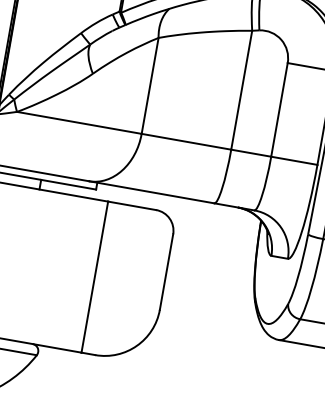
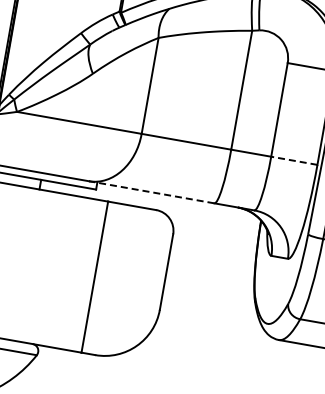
line at (293, 160): solid -> dashed
line at (151, 192): solid -> dashed
